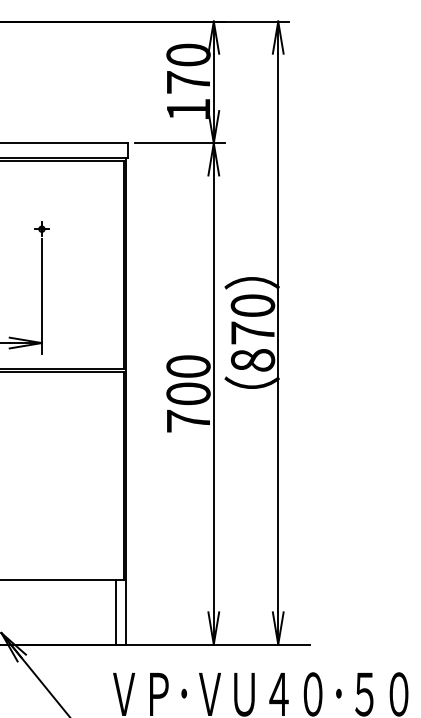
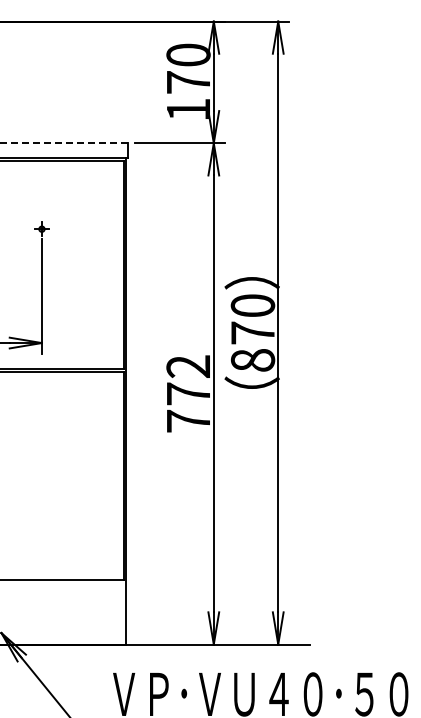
line at (63, 143): solid -> dashed
text at (188, 380): 700 -> 772
line at (115, 612): present -> none
